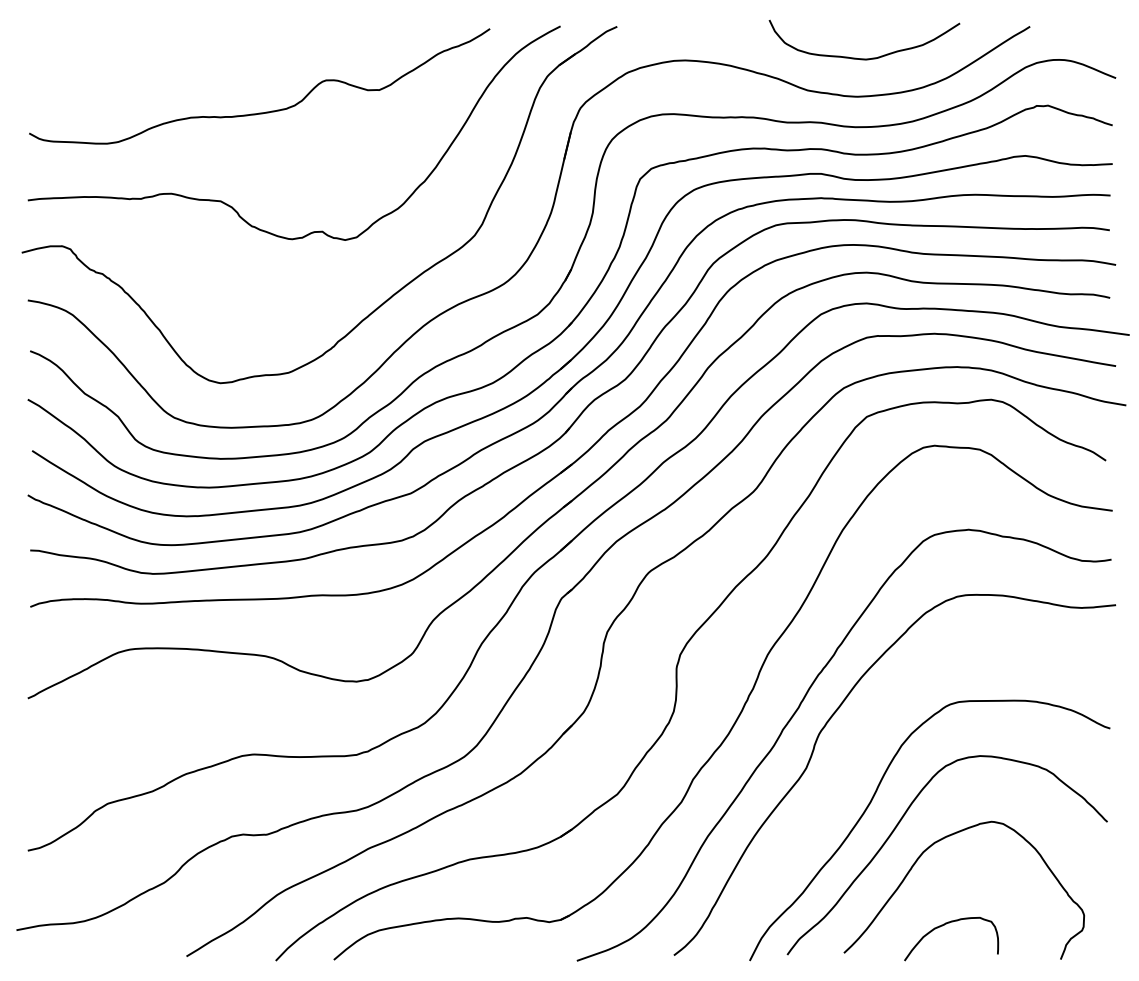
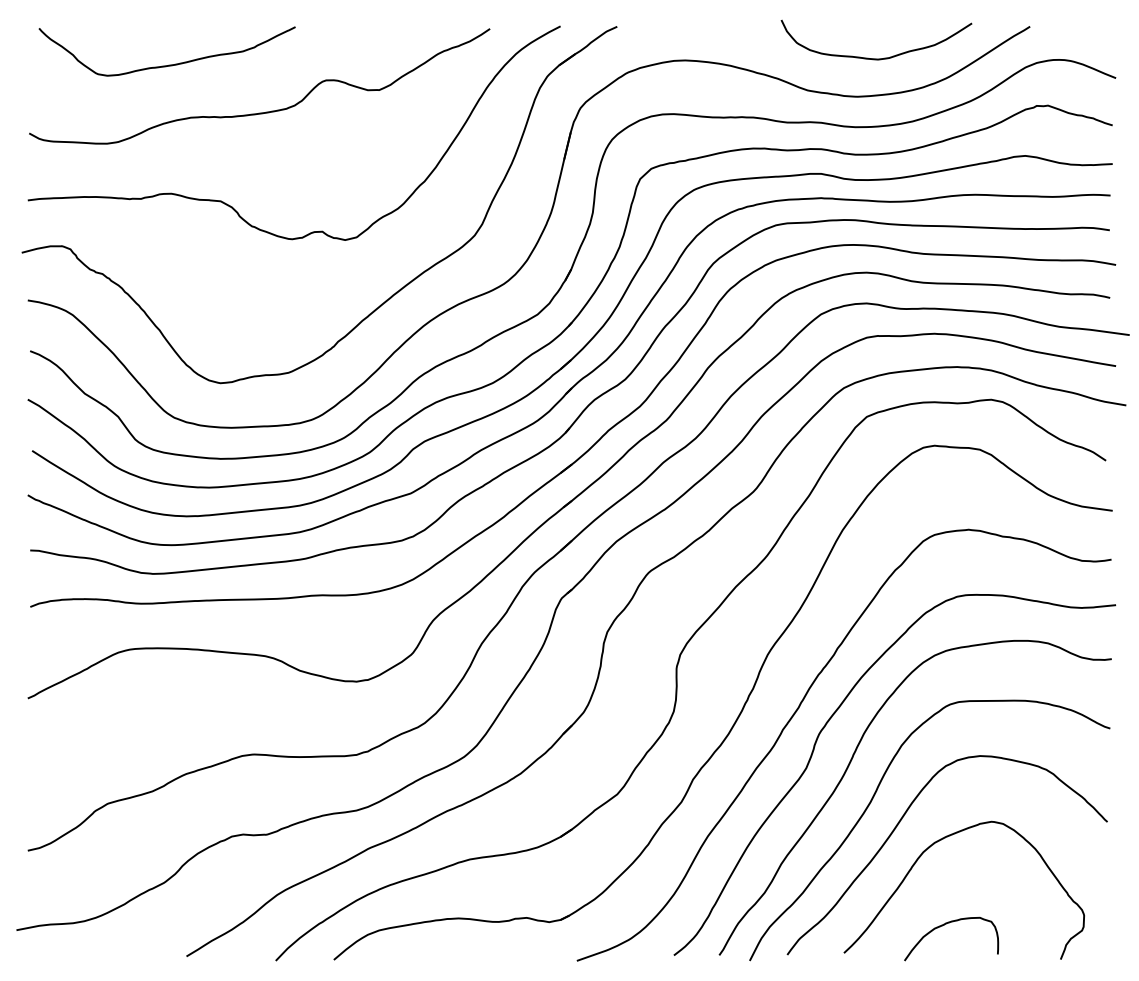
curve at (864, 58) position: (864, 58) -> (876, 58)
curve at (168, 64): none -> present
curve at (850, 764): none -> present
